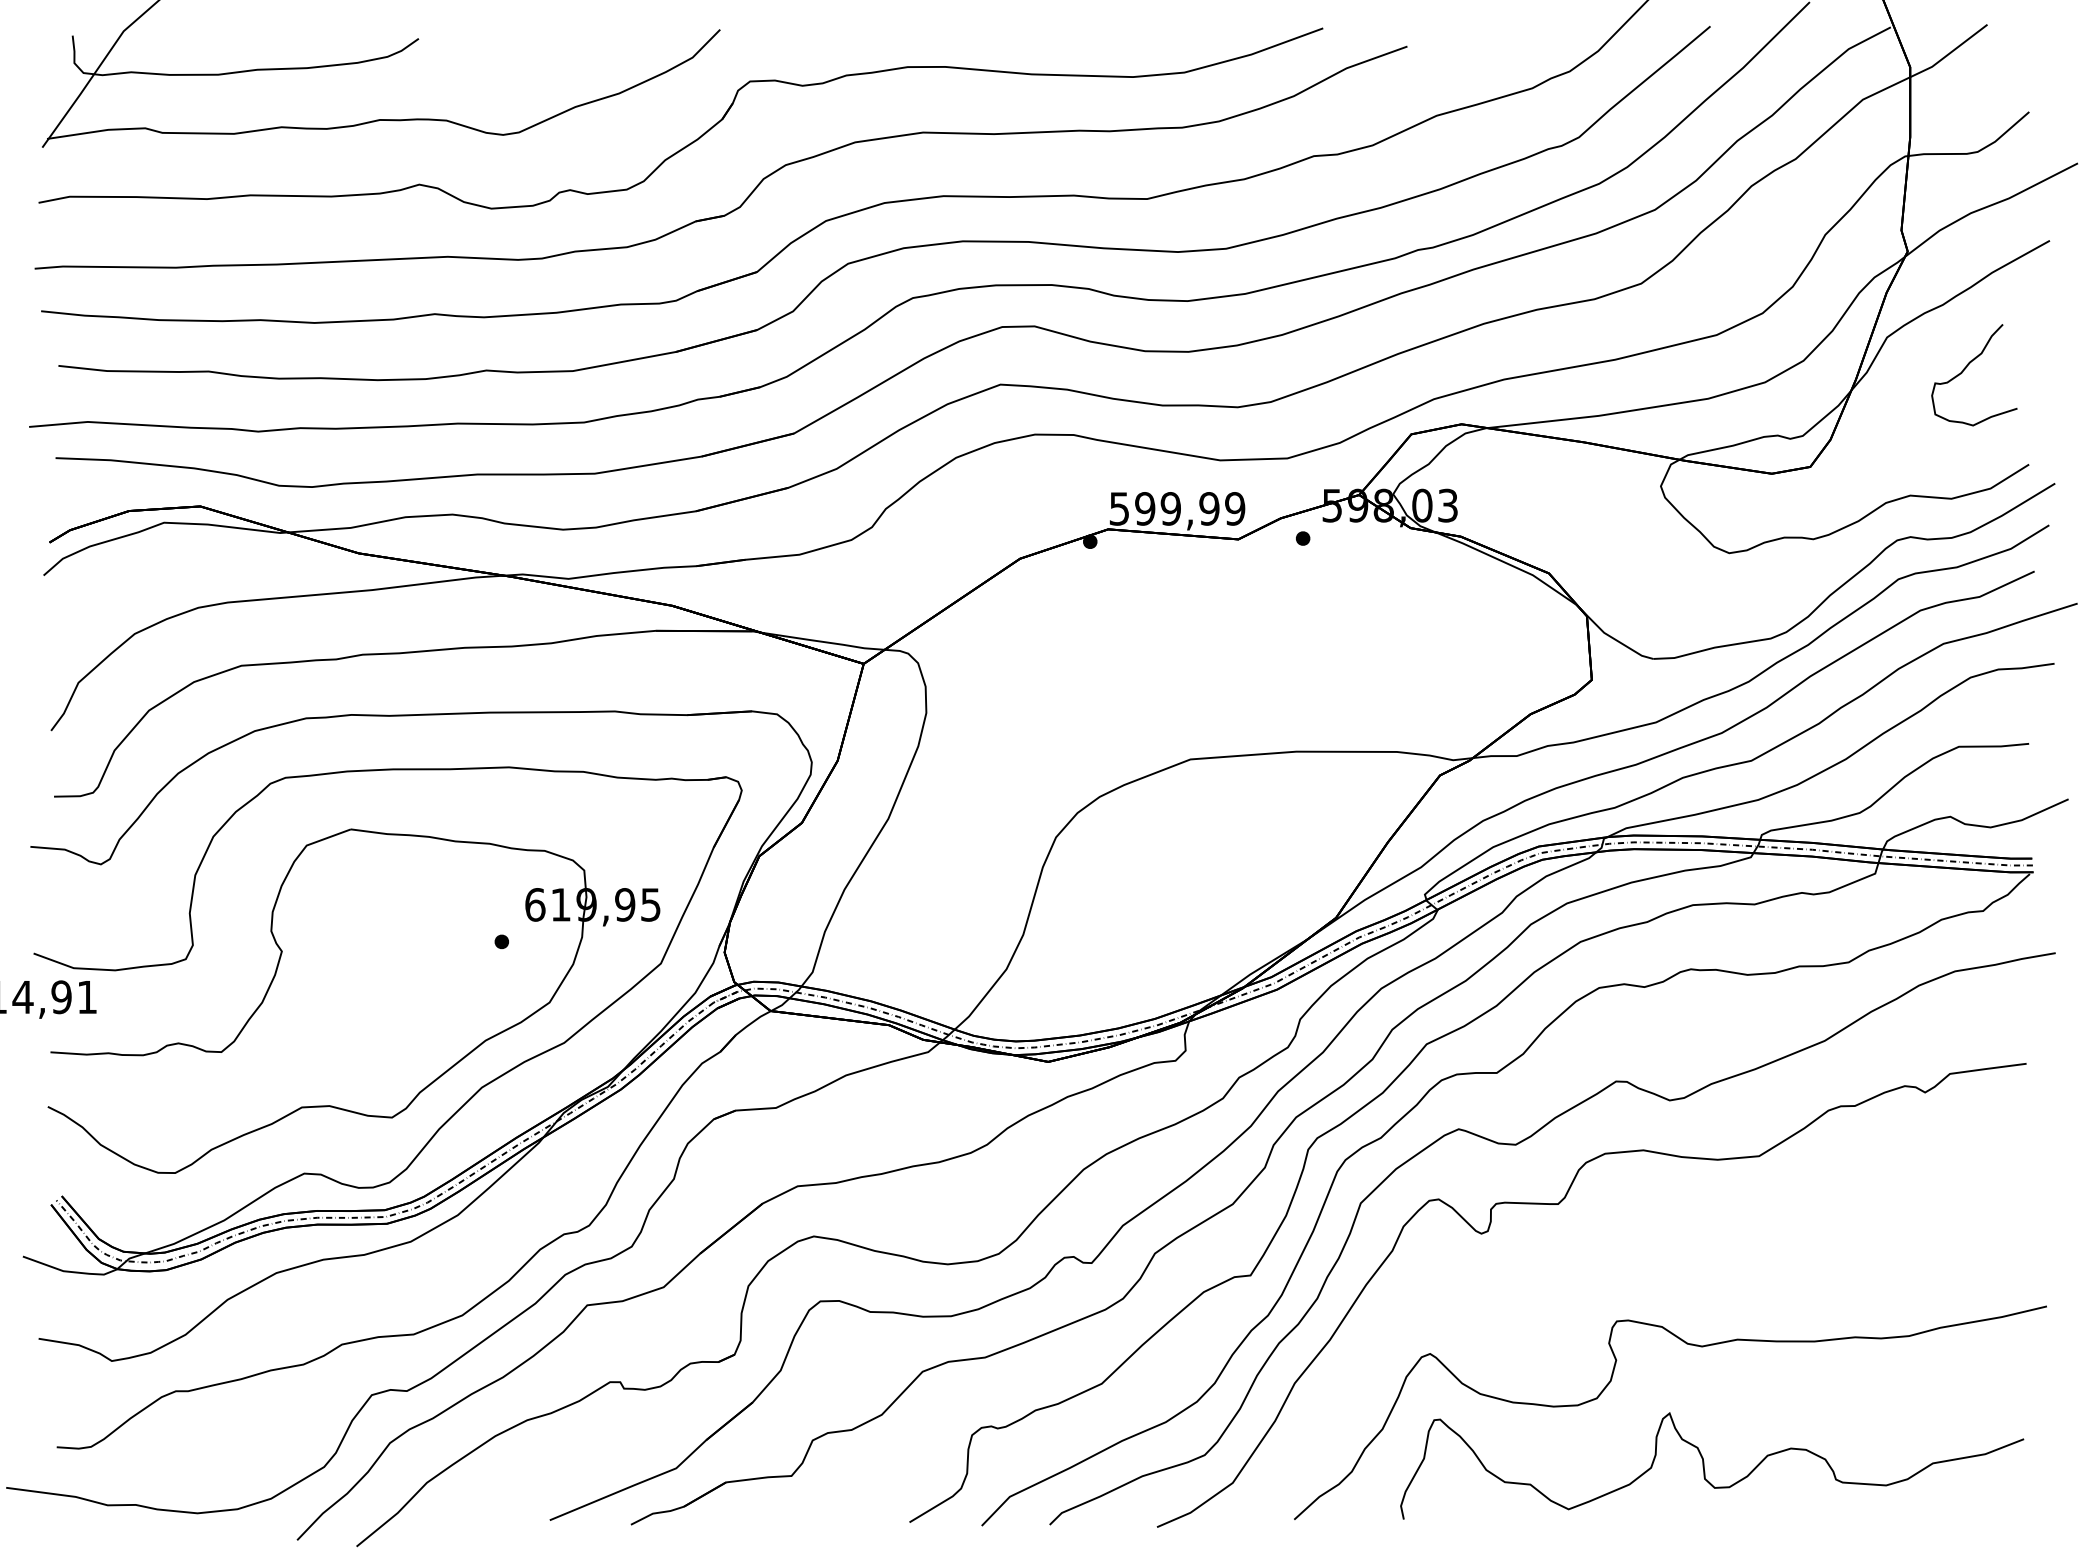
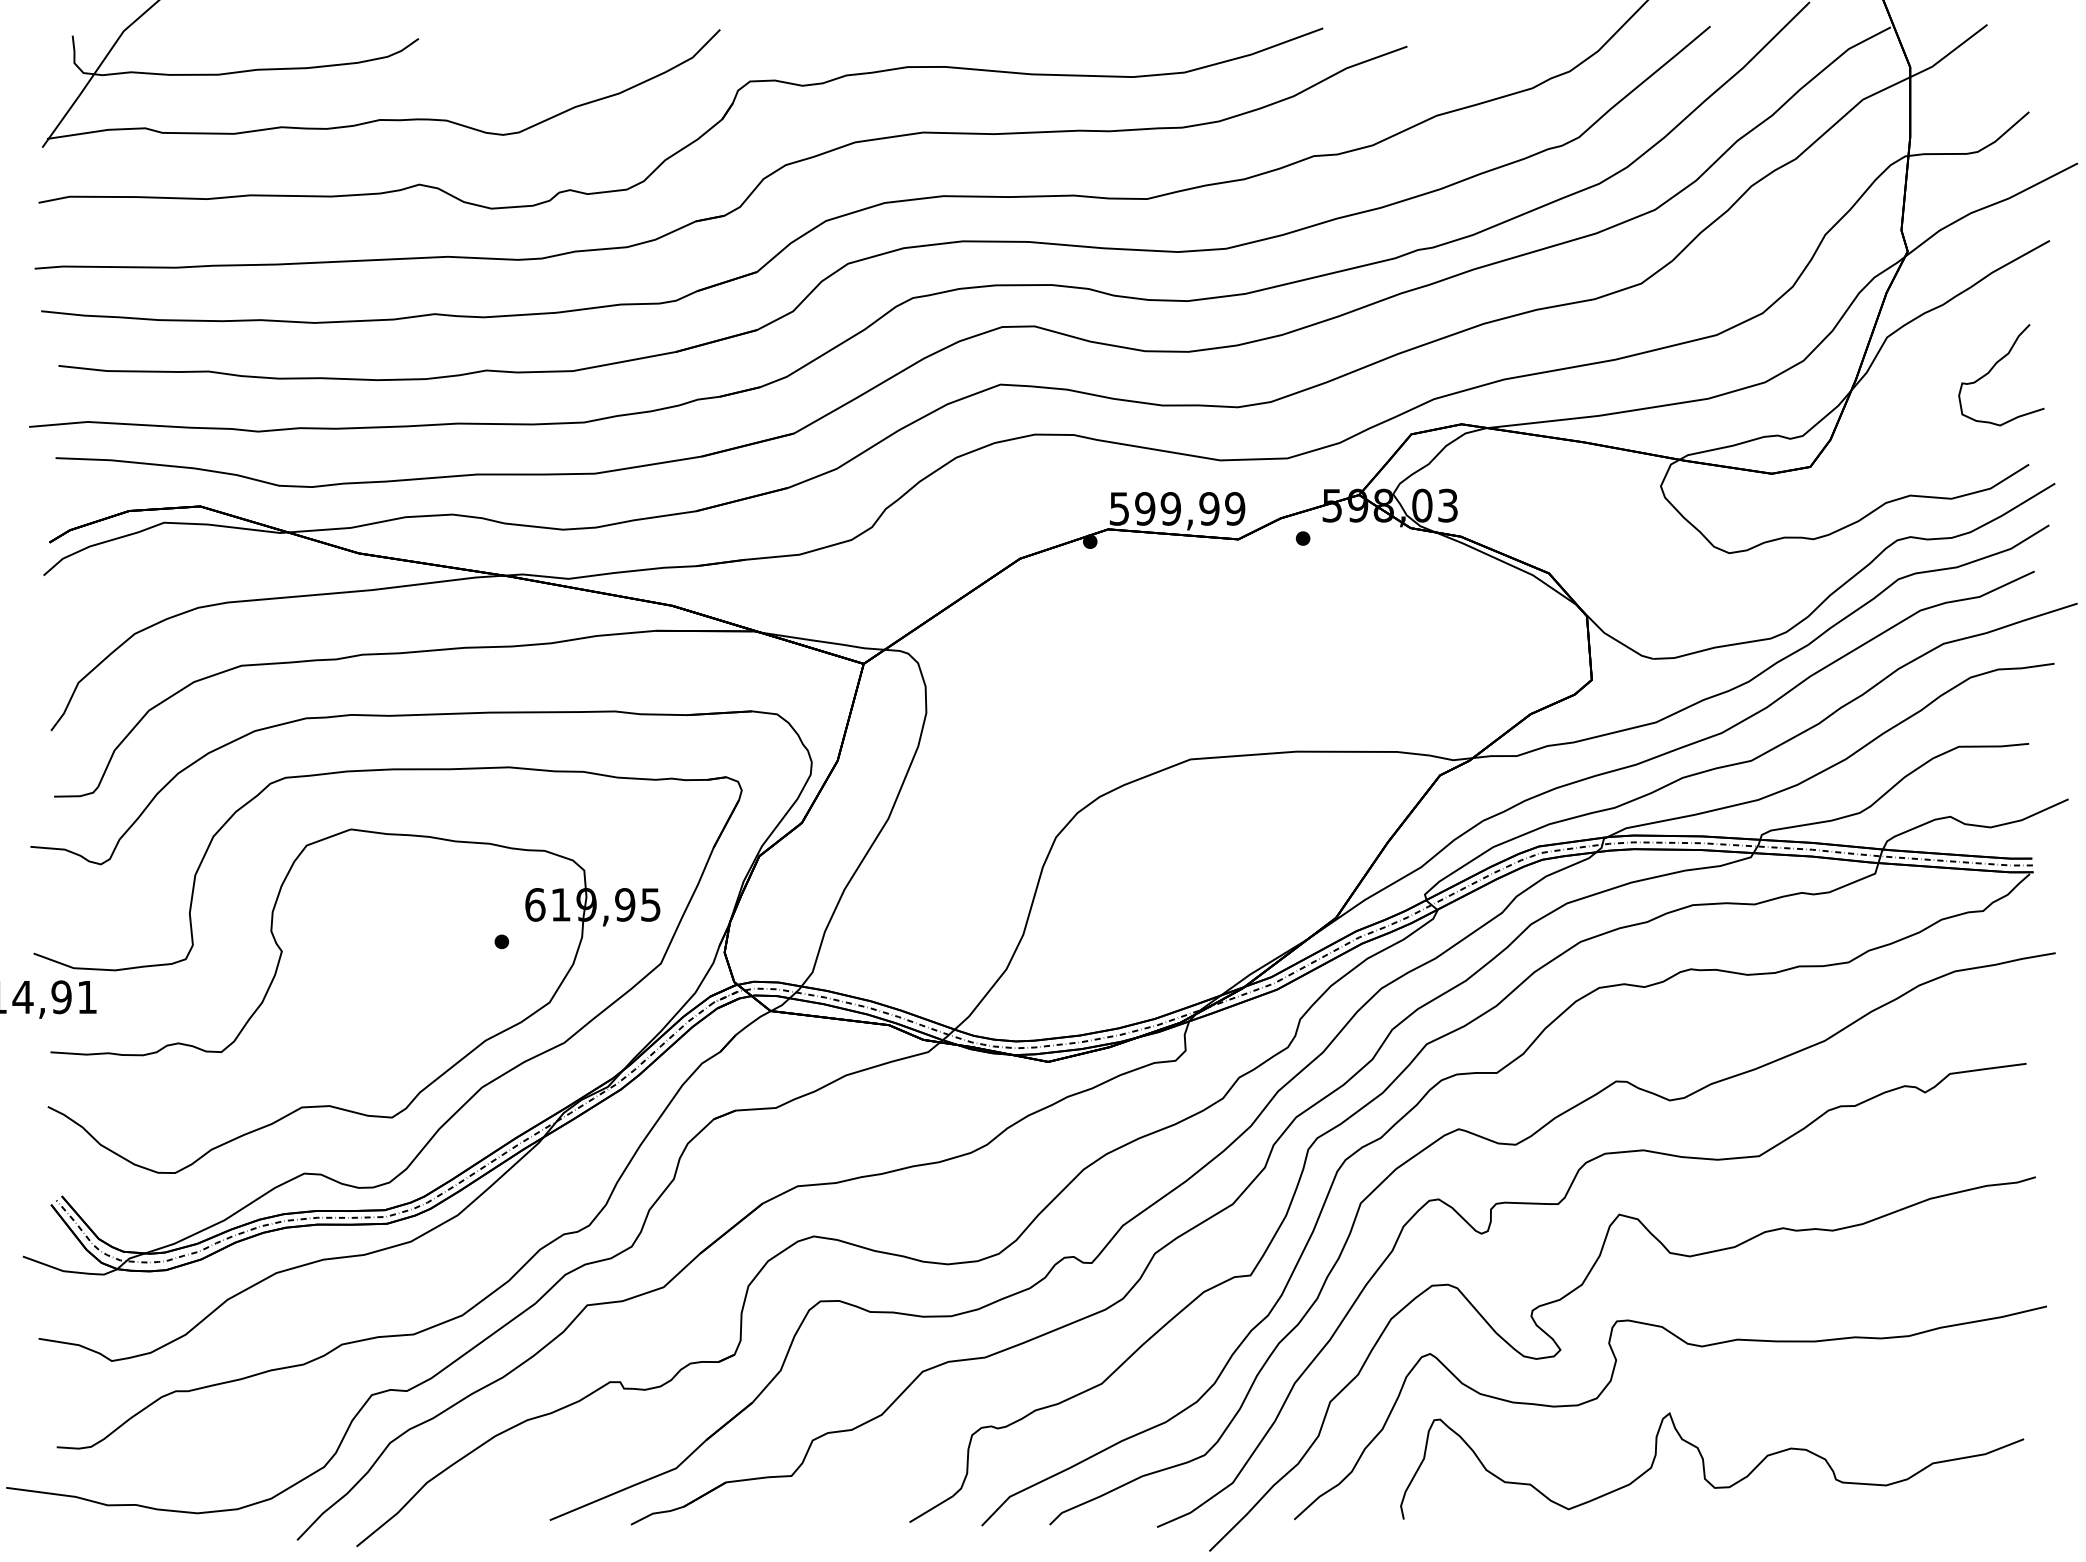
curve at (1967, 367) position: (1967, 367) -> (1994, 367)
curve at (1561, 1350): none -> present
